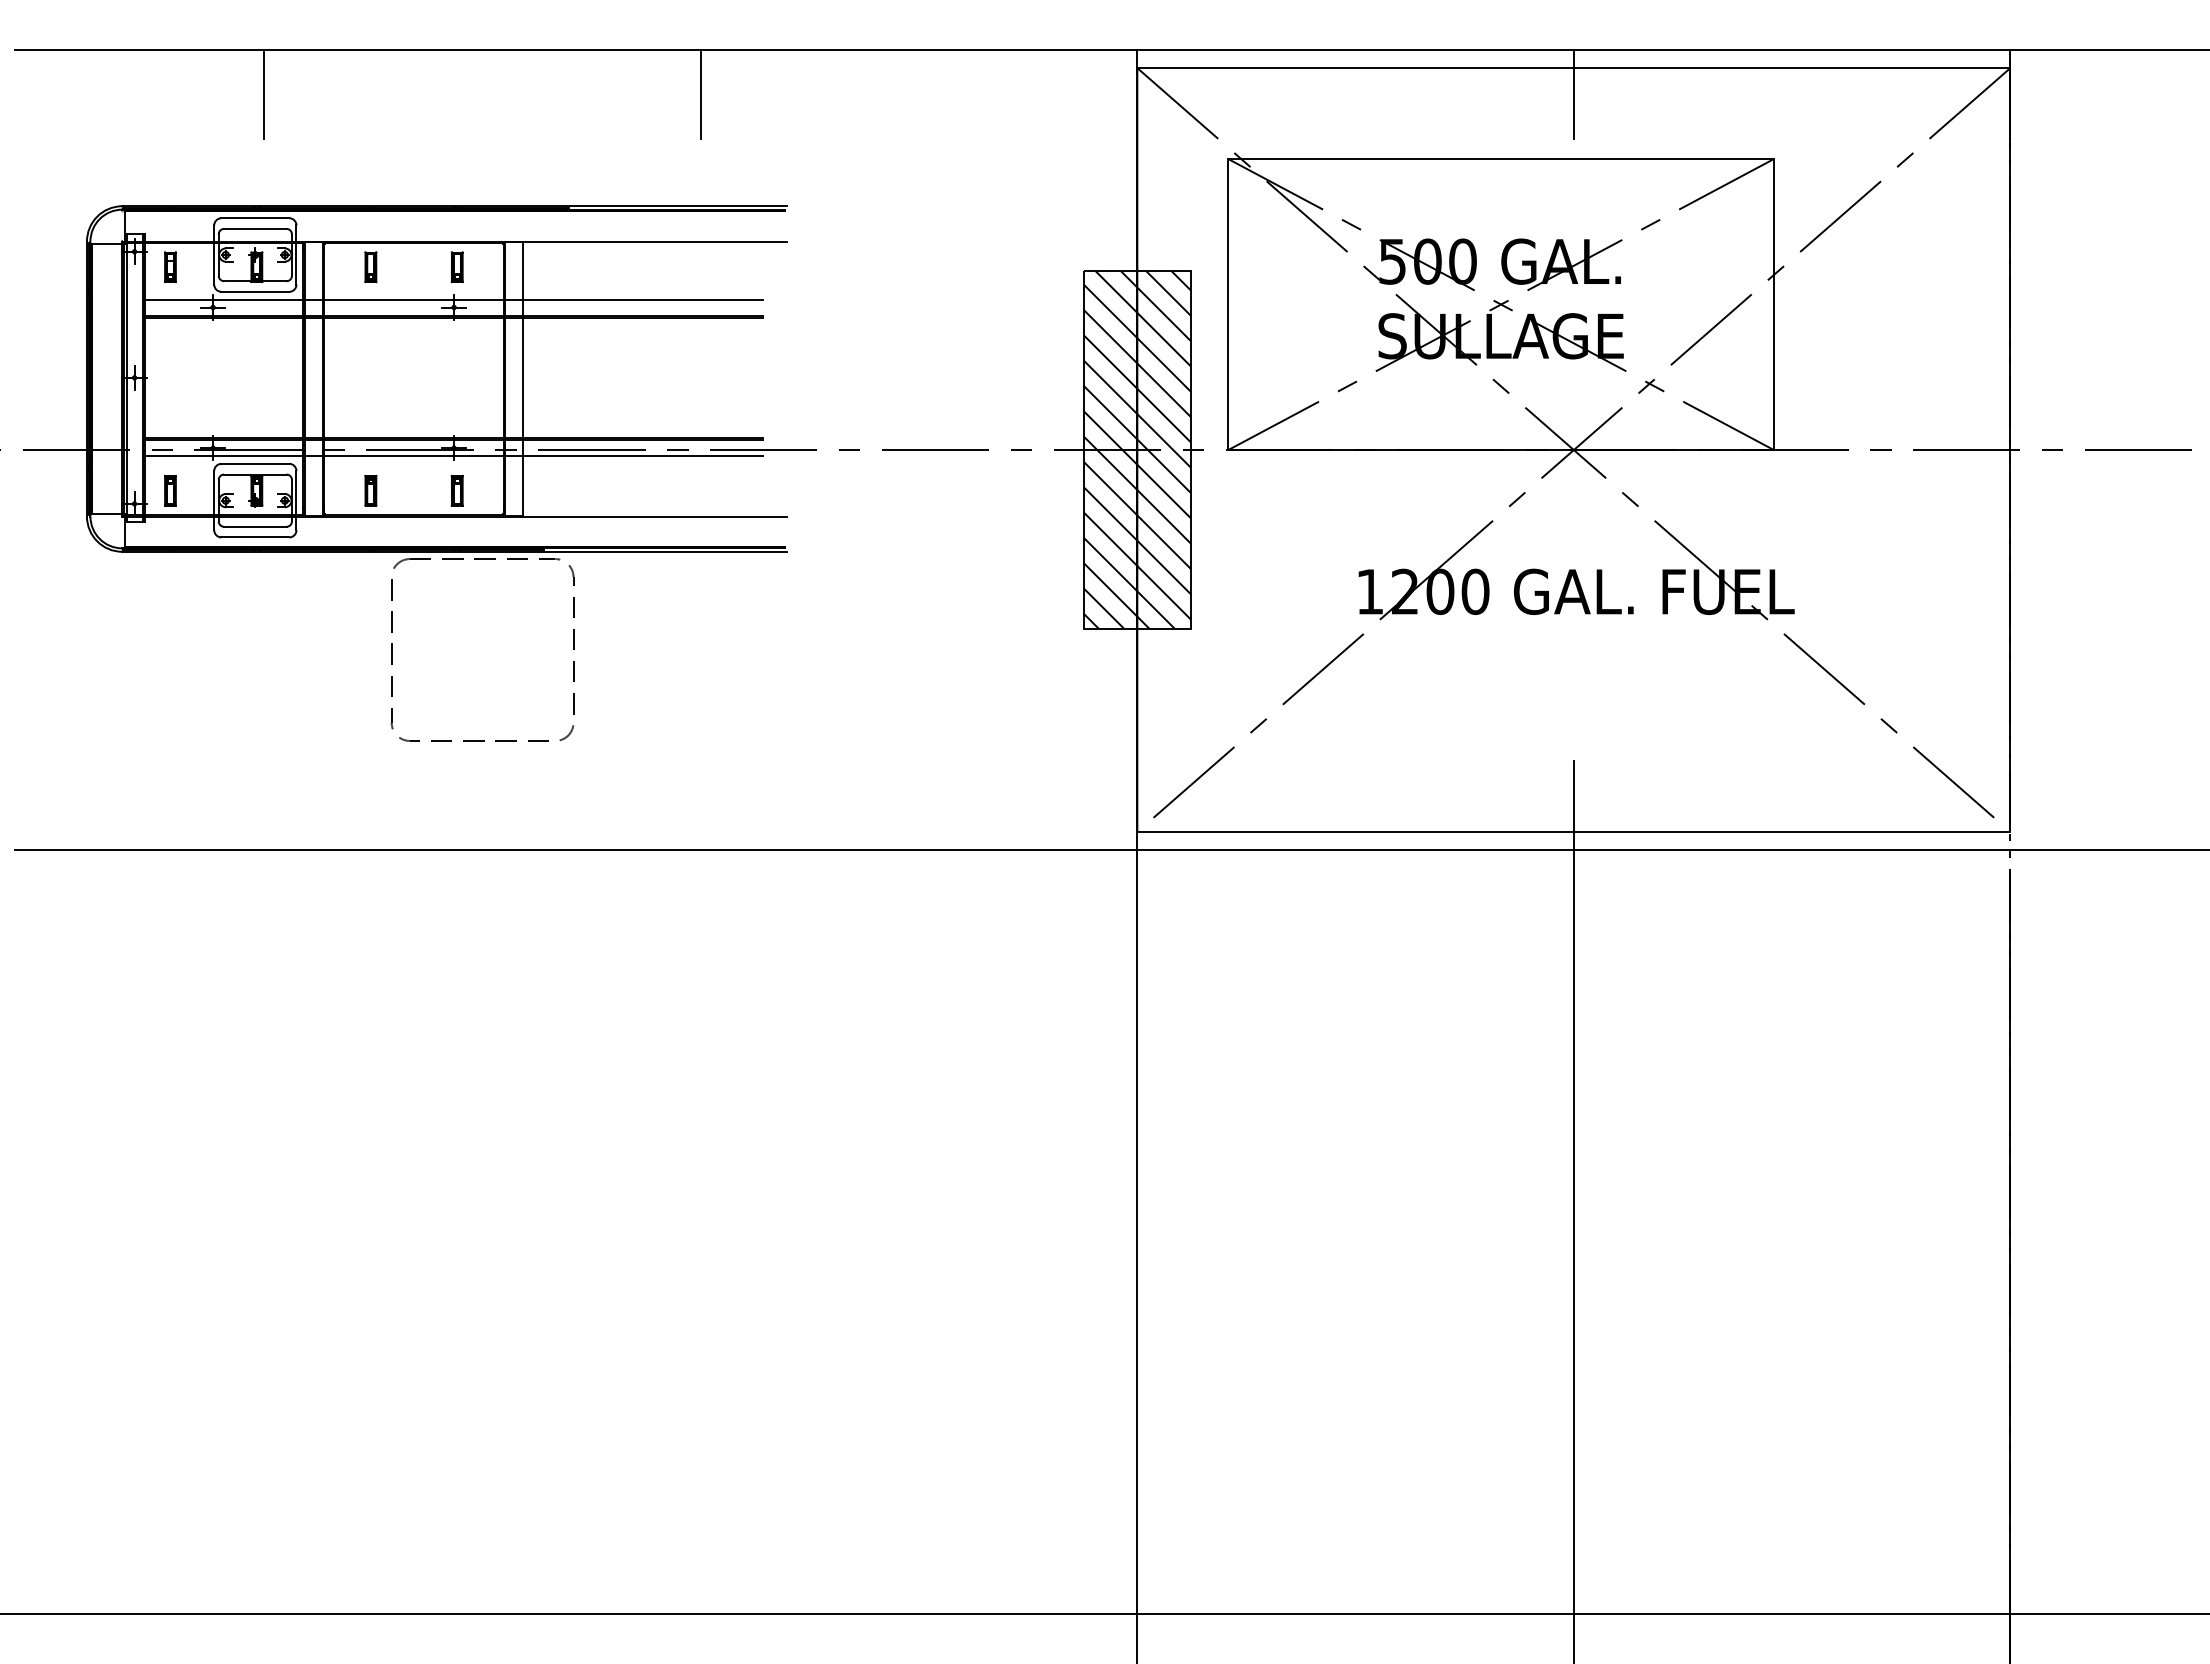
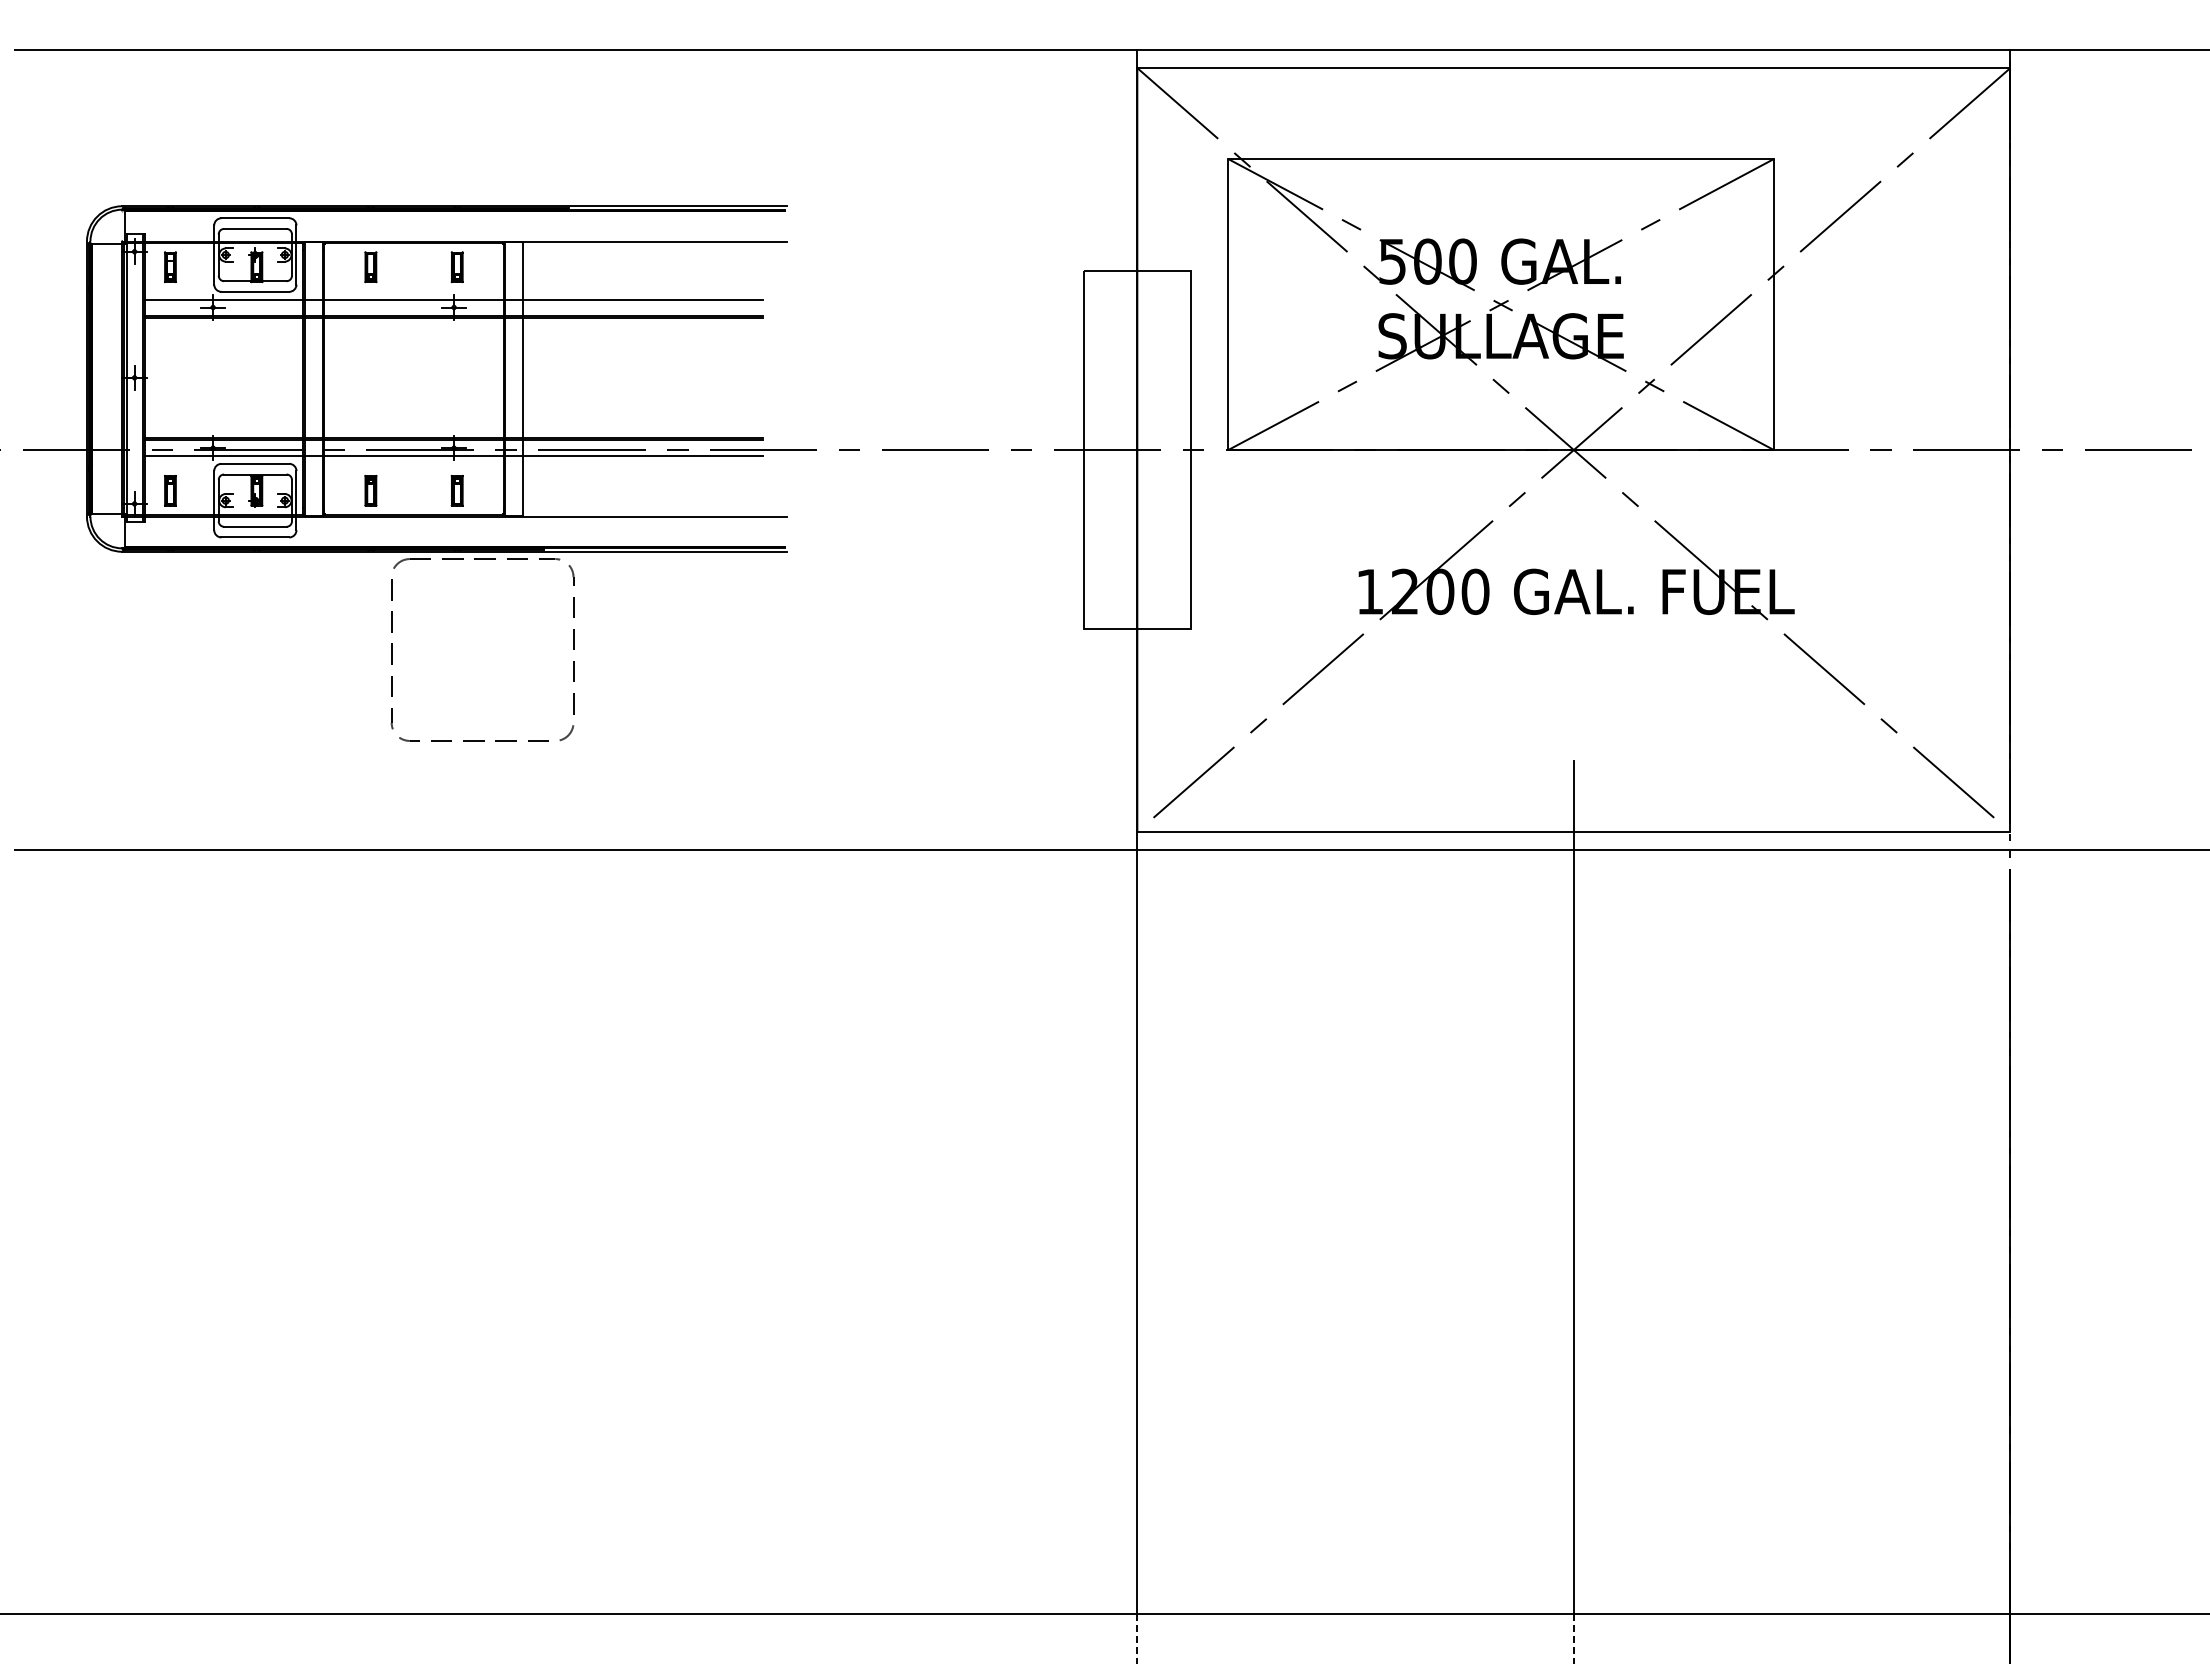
line at (264, 94): present -> none
line at (700, 94): present -> none
line at (1573, 94): present -> none
hatch at (1137, 449): present -> none
line at (1137, 1639): solid -> dashed
line at (1573, 1639): solid -> dashed
